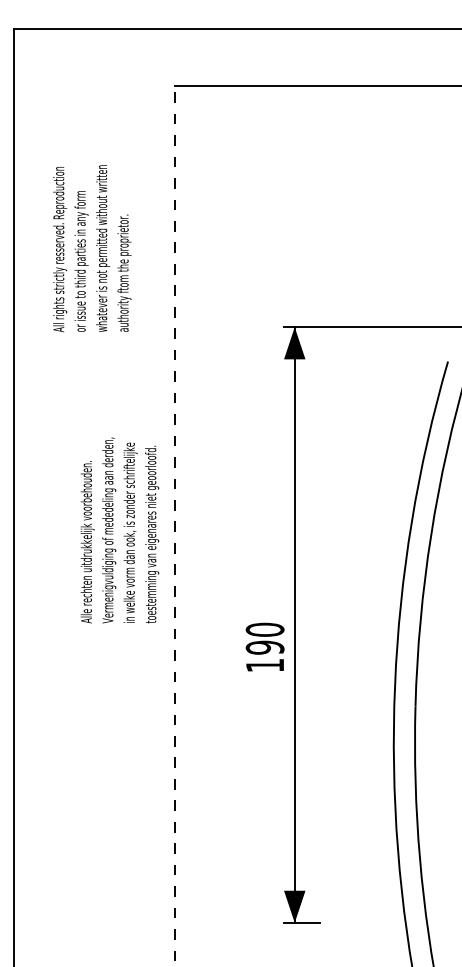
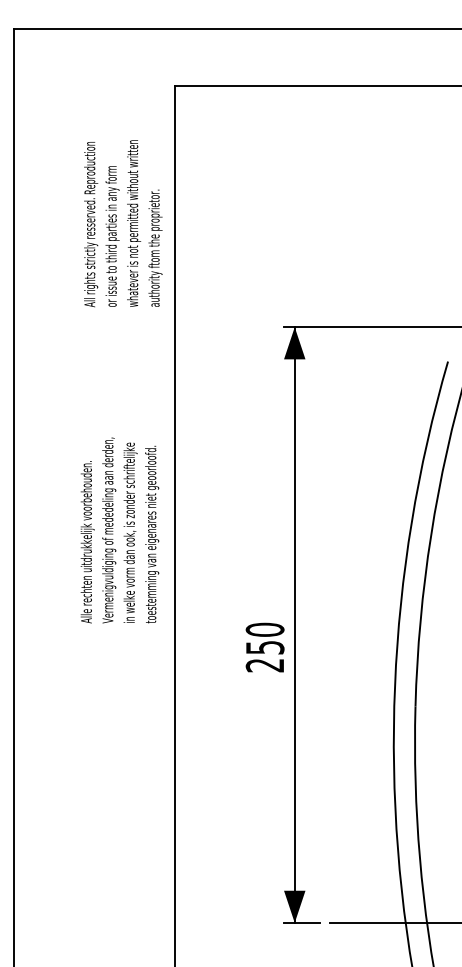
text at (92, 248) position: (92, 248) -> (123, 223)
line at (174, 525): dashed -> solid
text at (264, 656): 190 -> 250
line at (394, 922): none -> present
